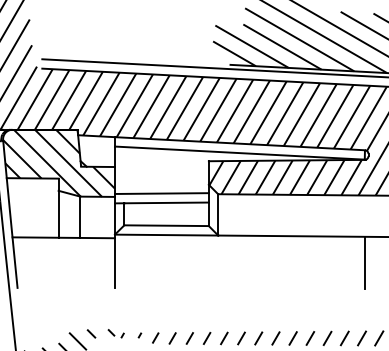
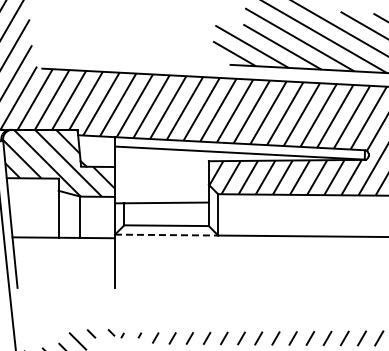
line at (213, 68): present -> none
line at (161, 193): present -> none
line at (166, 235): solid -> dashed
line at (364, 262): present -> none
